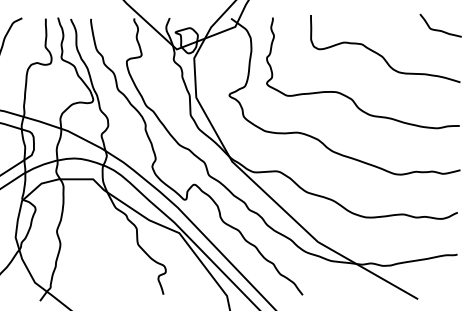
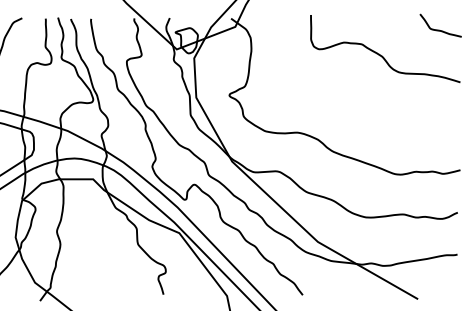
curve at (350, 97): present -> none
